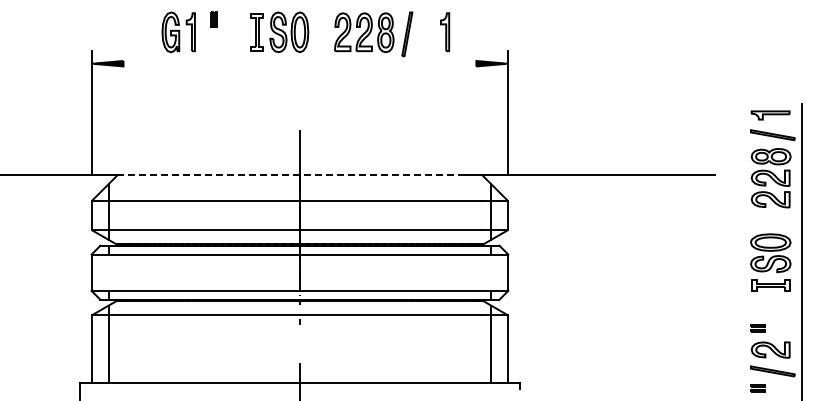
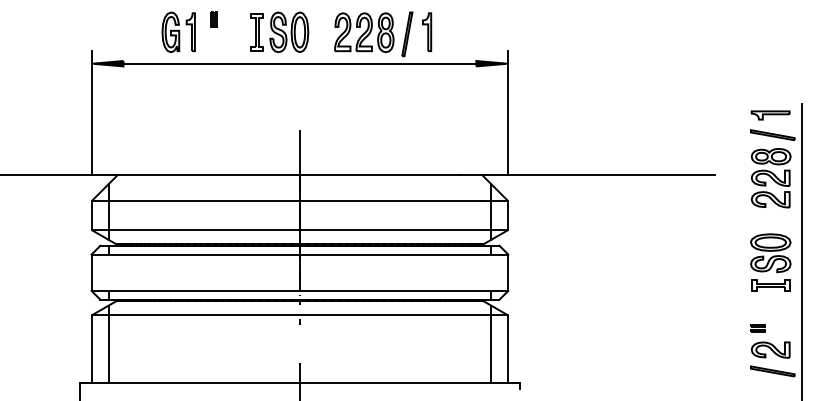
part at (445, 32) position: (445, 32) -> (427, 32)
line at (299, 63): none -> present
line at (289, 175): dashed -> solid
part at (757, 388): present -> none
